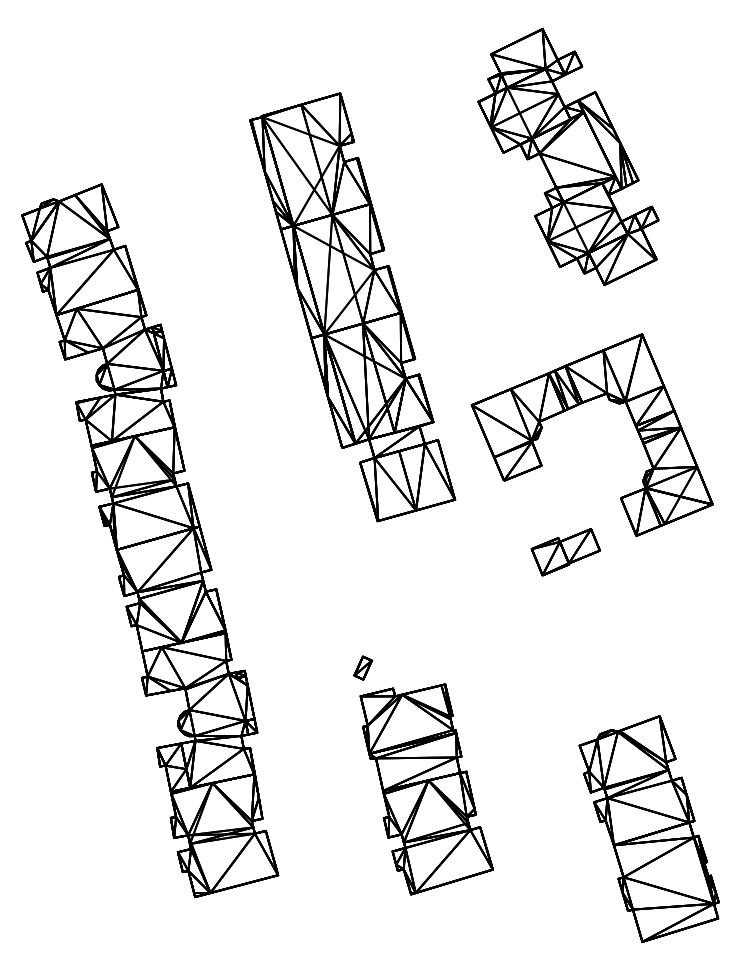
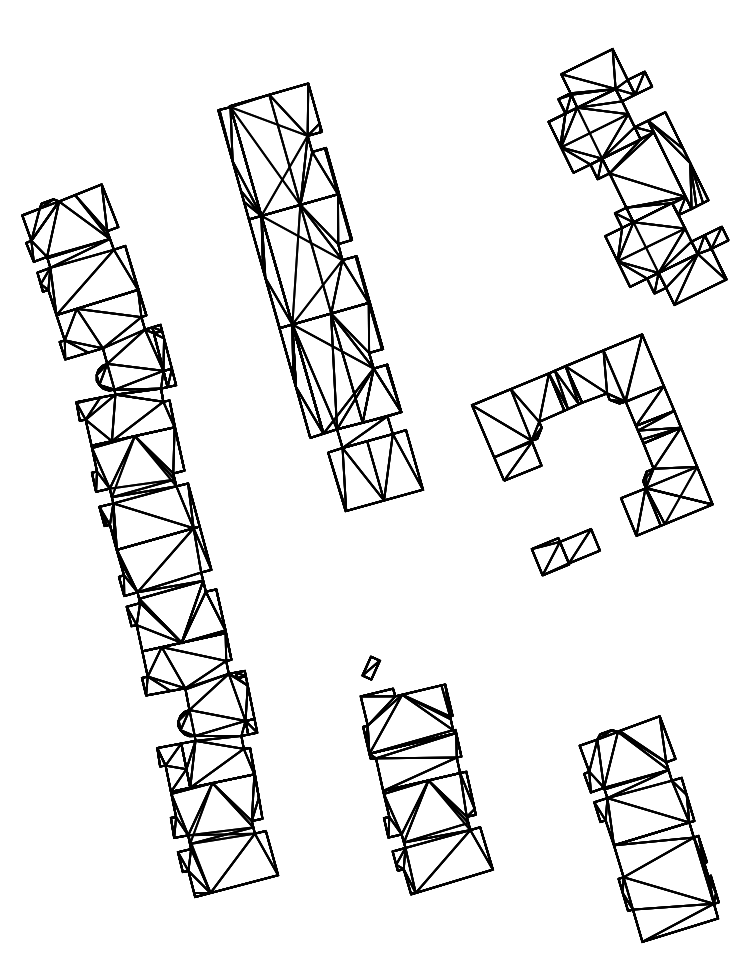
part at (568, 156) position: (568, 156) -> (638, 176)
part at (352, 307) position: (352, 307) -> (320, 297)
part at (363, 667) position: (363, 667) -> (371, 667)
